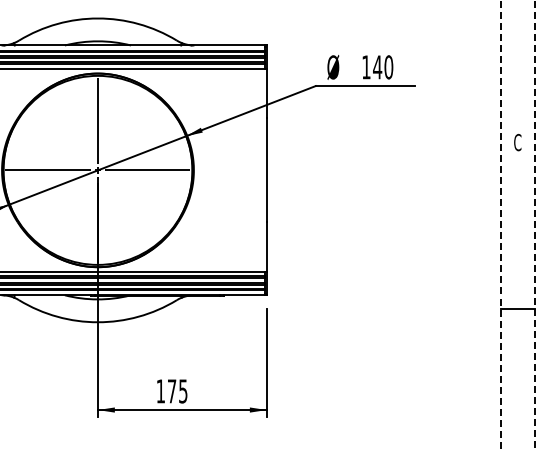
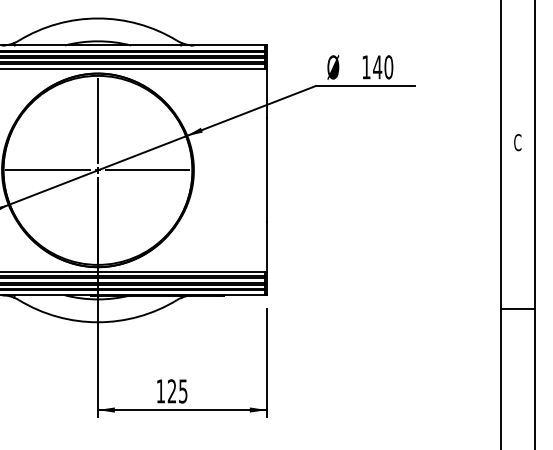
line at (501, 225): dashed -> solid
line at (534, 225): dashed -> solid
text at (171, 391): 175 -> 125
